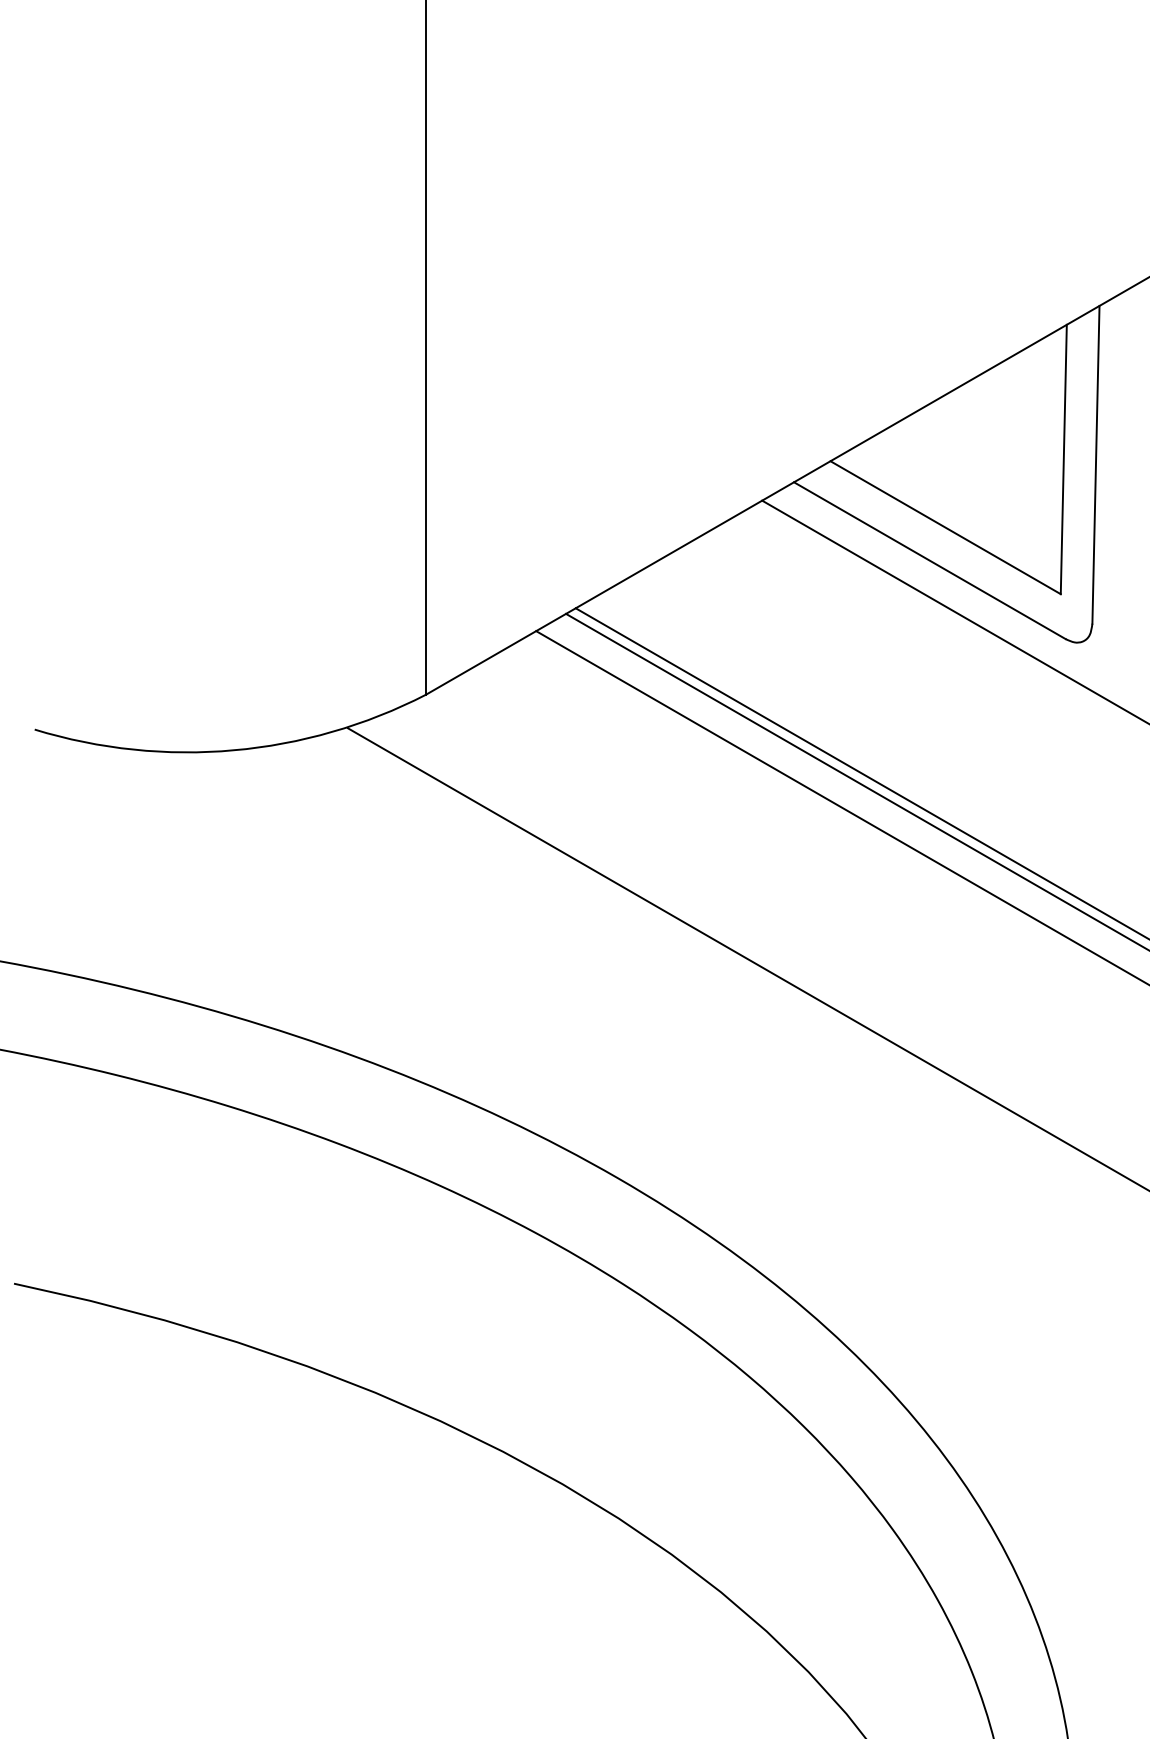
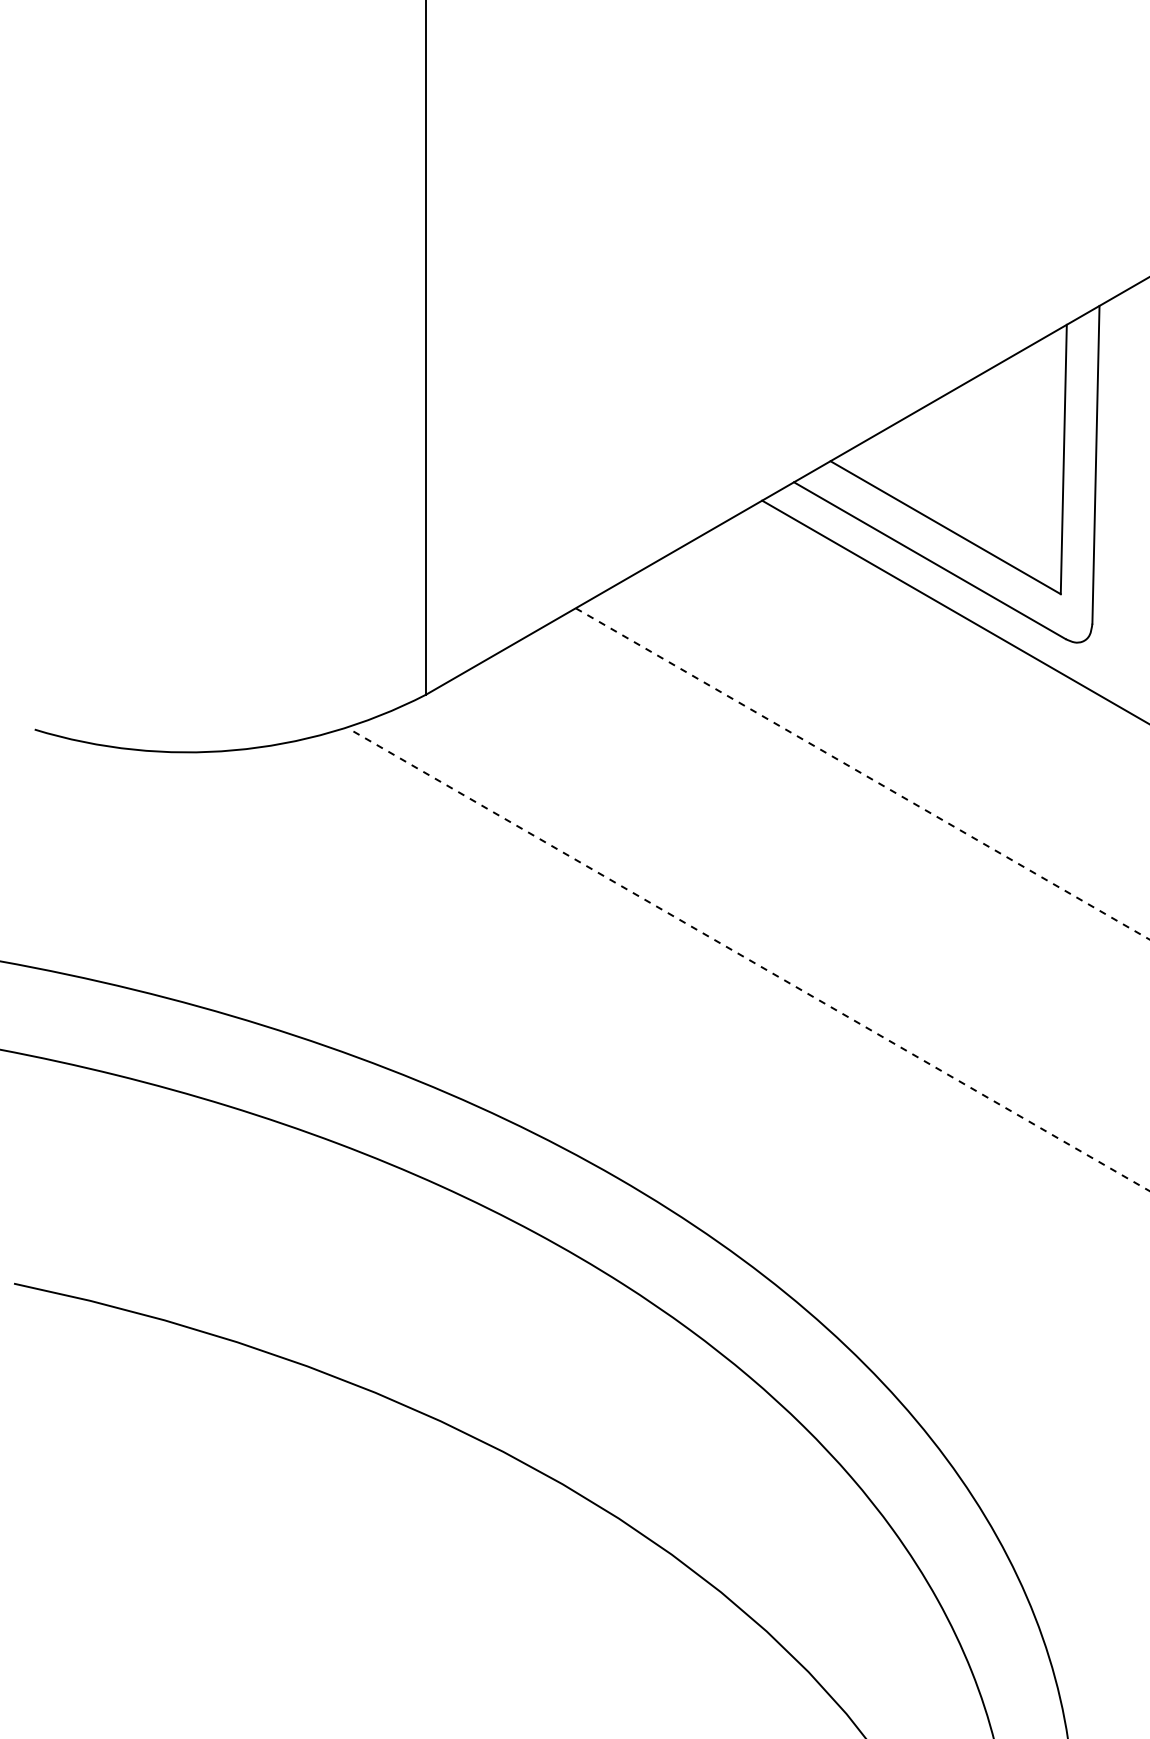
line at (863, 774): solid -> dashed
line at (856, 780): present -> none
line at (841, 807): present -> none
line at (748, 959): solid -> dashed
